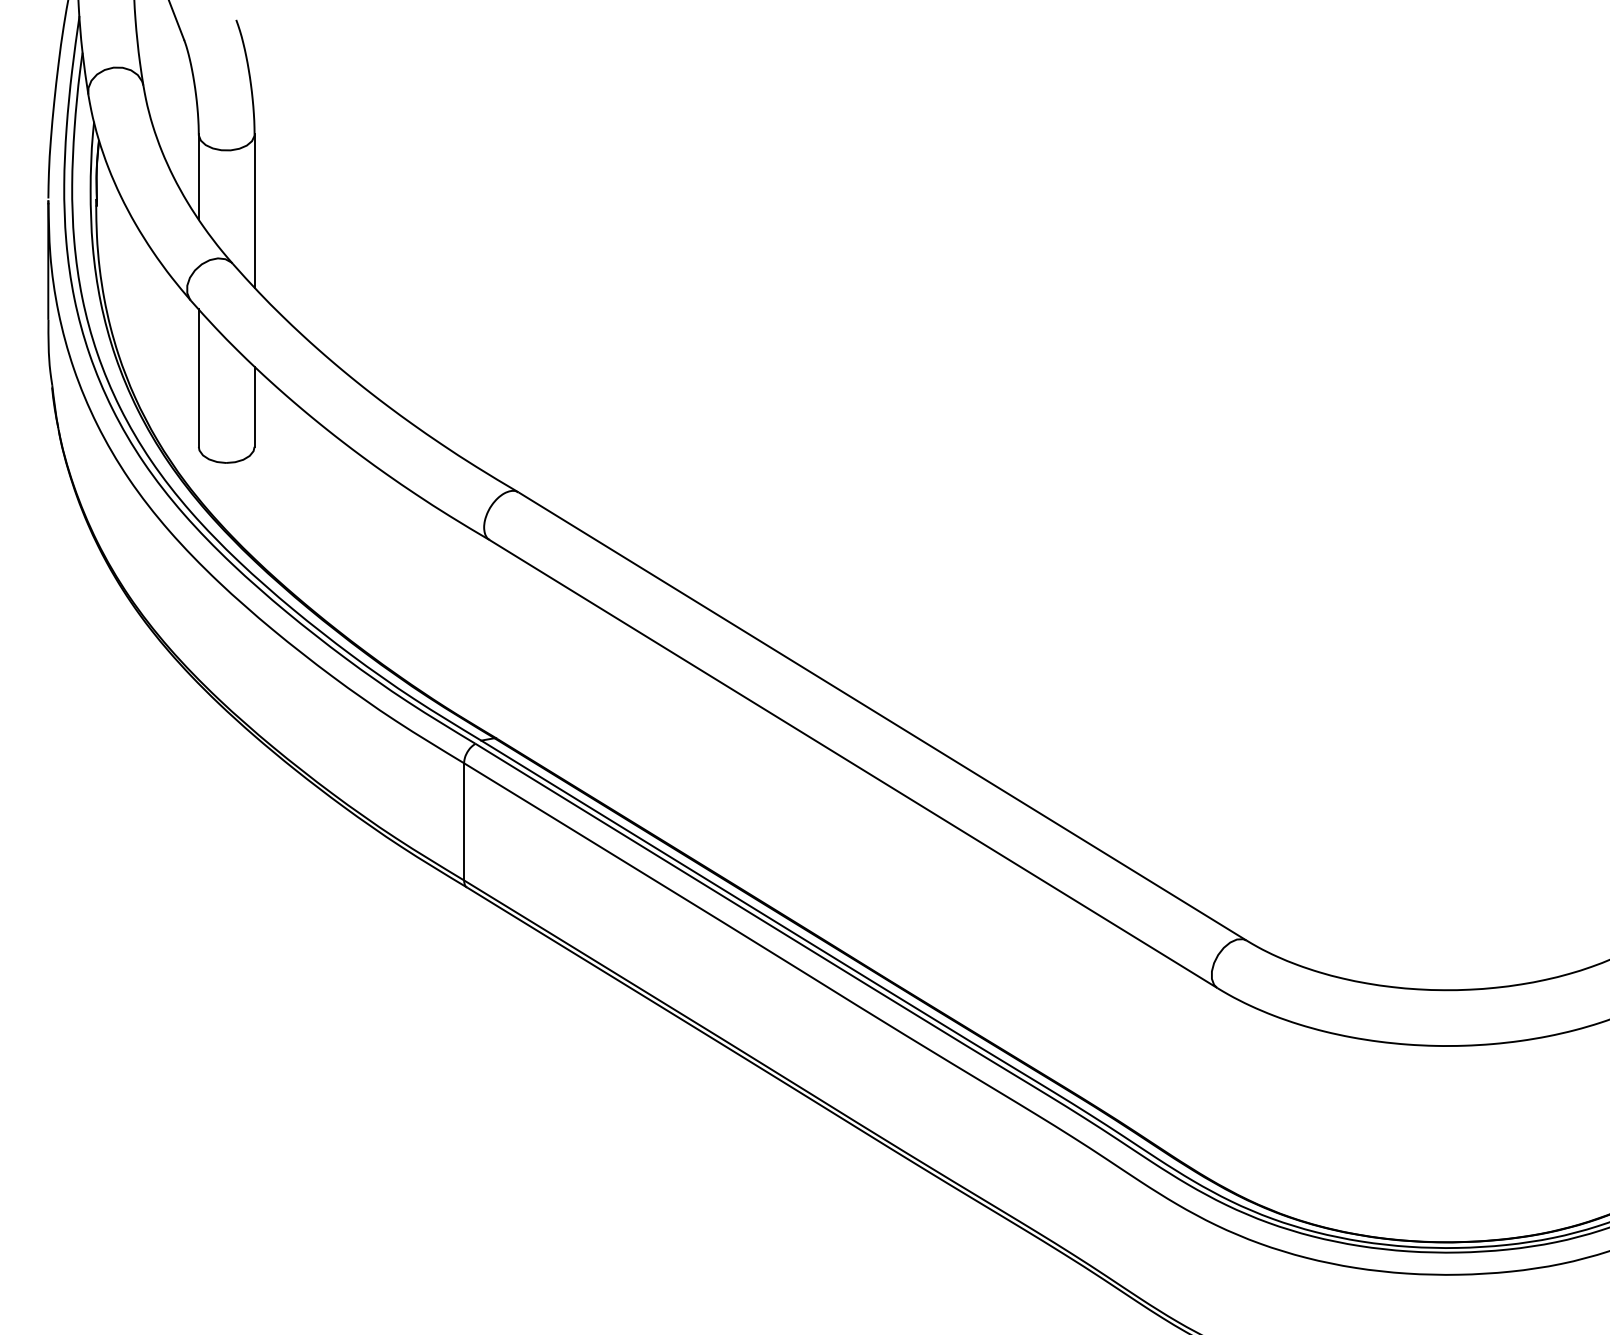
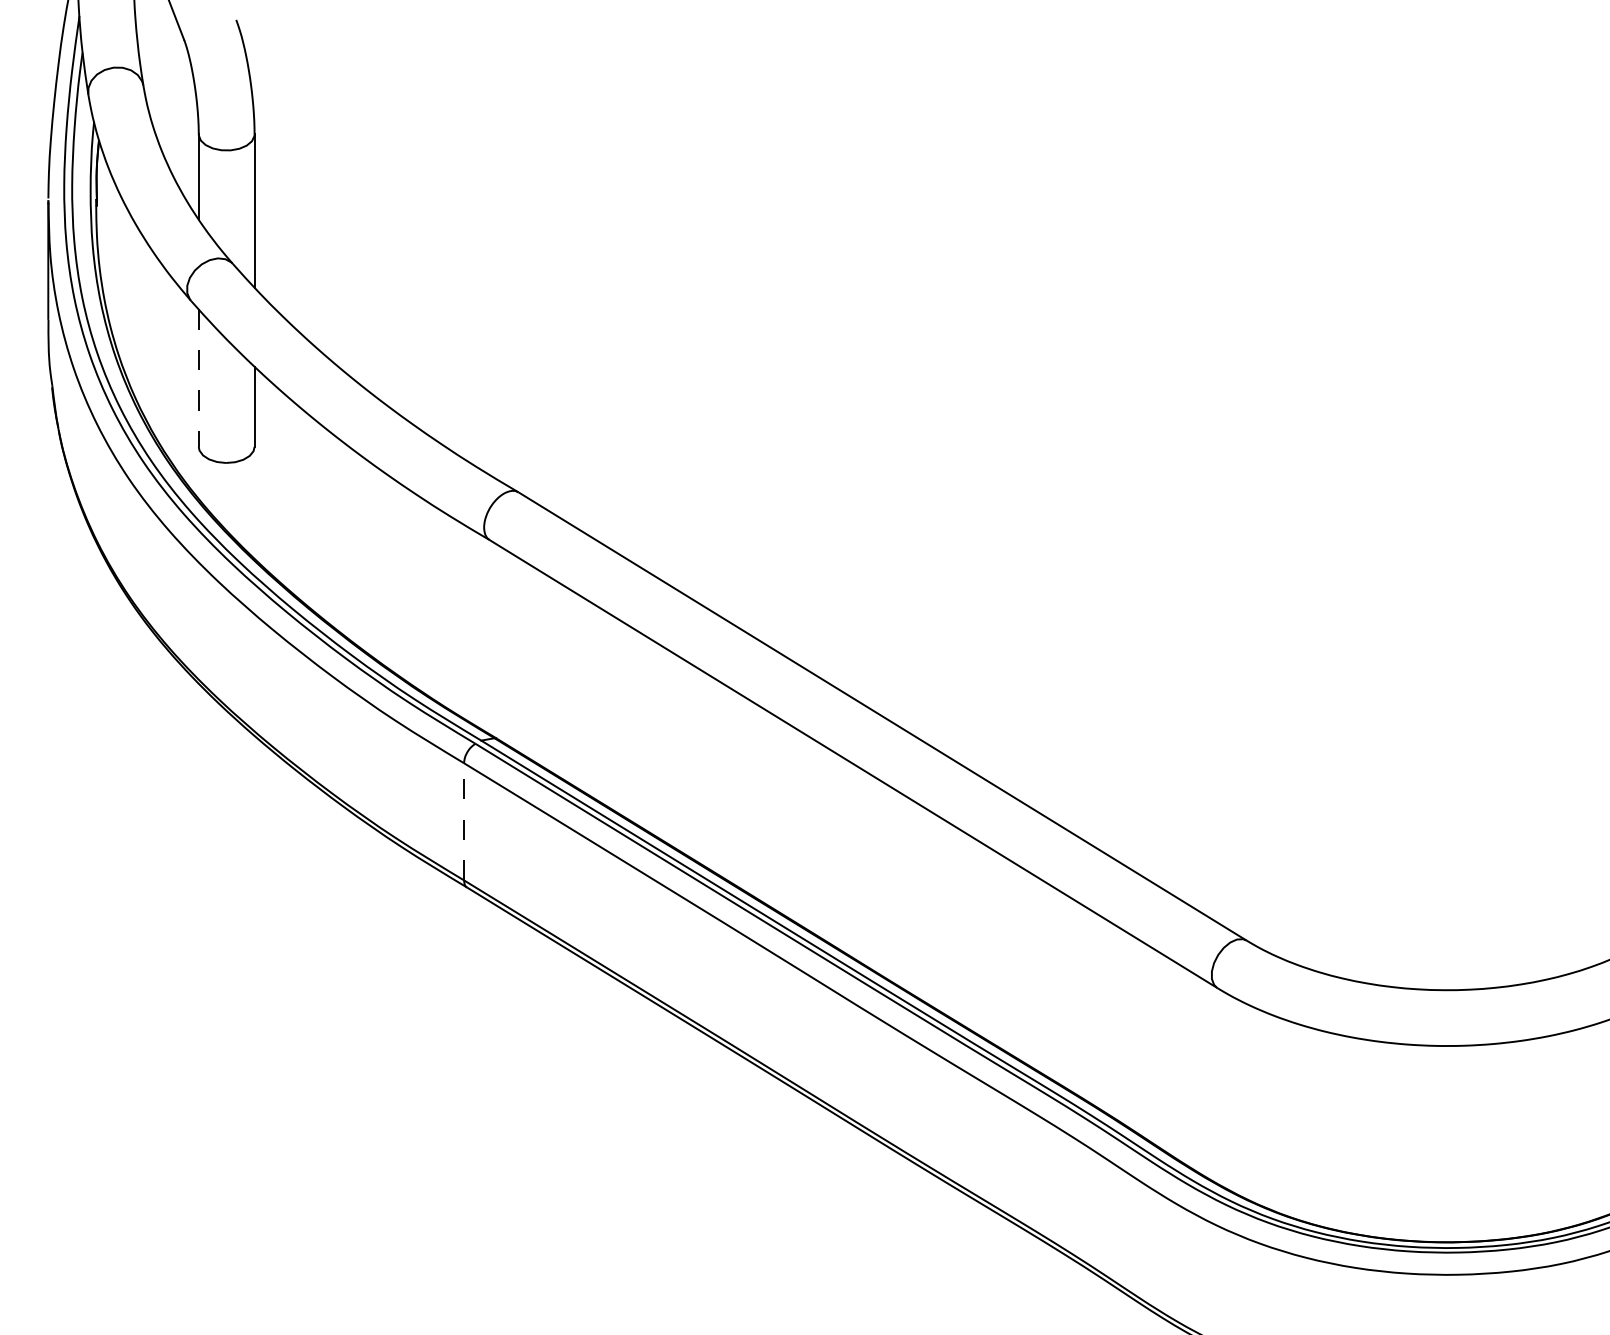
line at (198, 378): solid -> dashed
line at (464, 821): solid -> dashed
